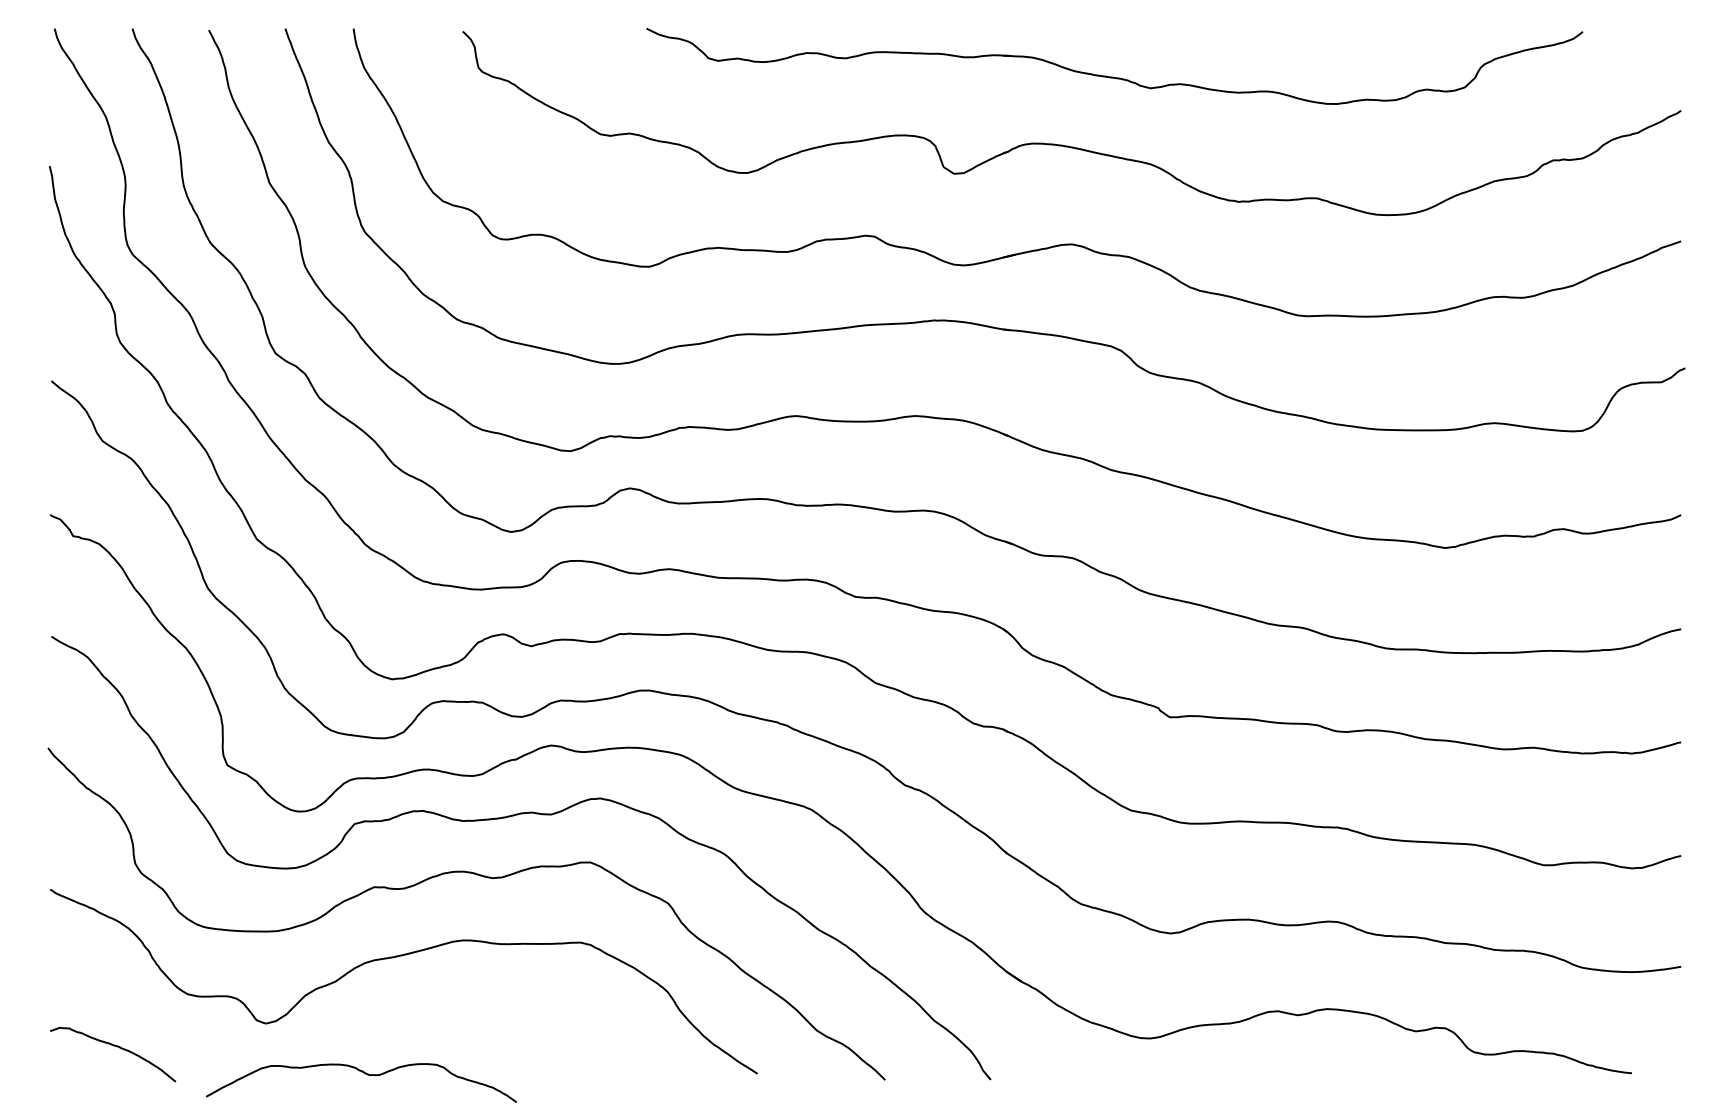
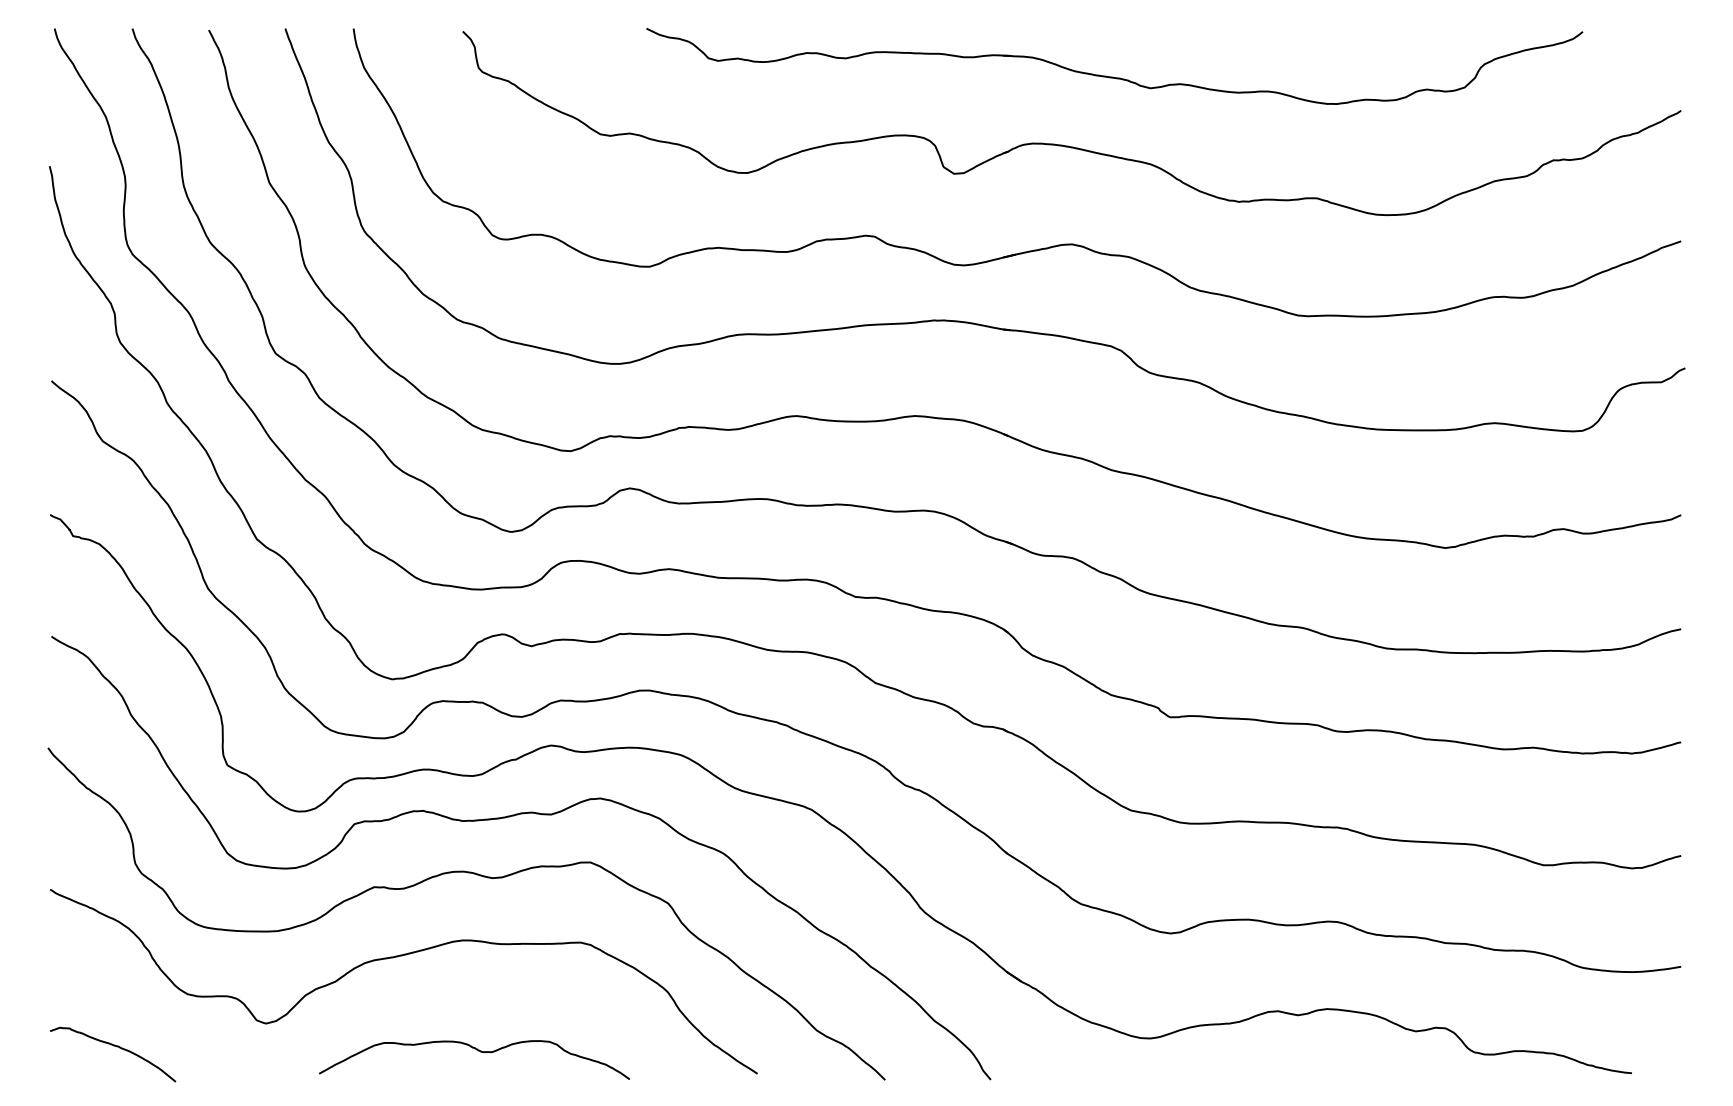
curve at (365, 1074) position: (365, 1074) -> (478, 1051)
